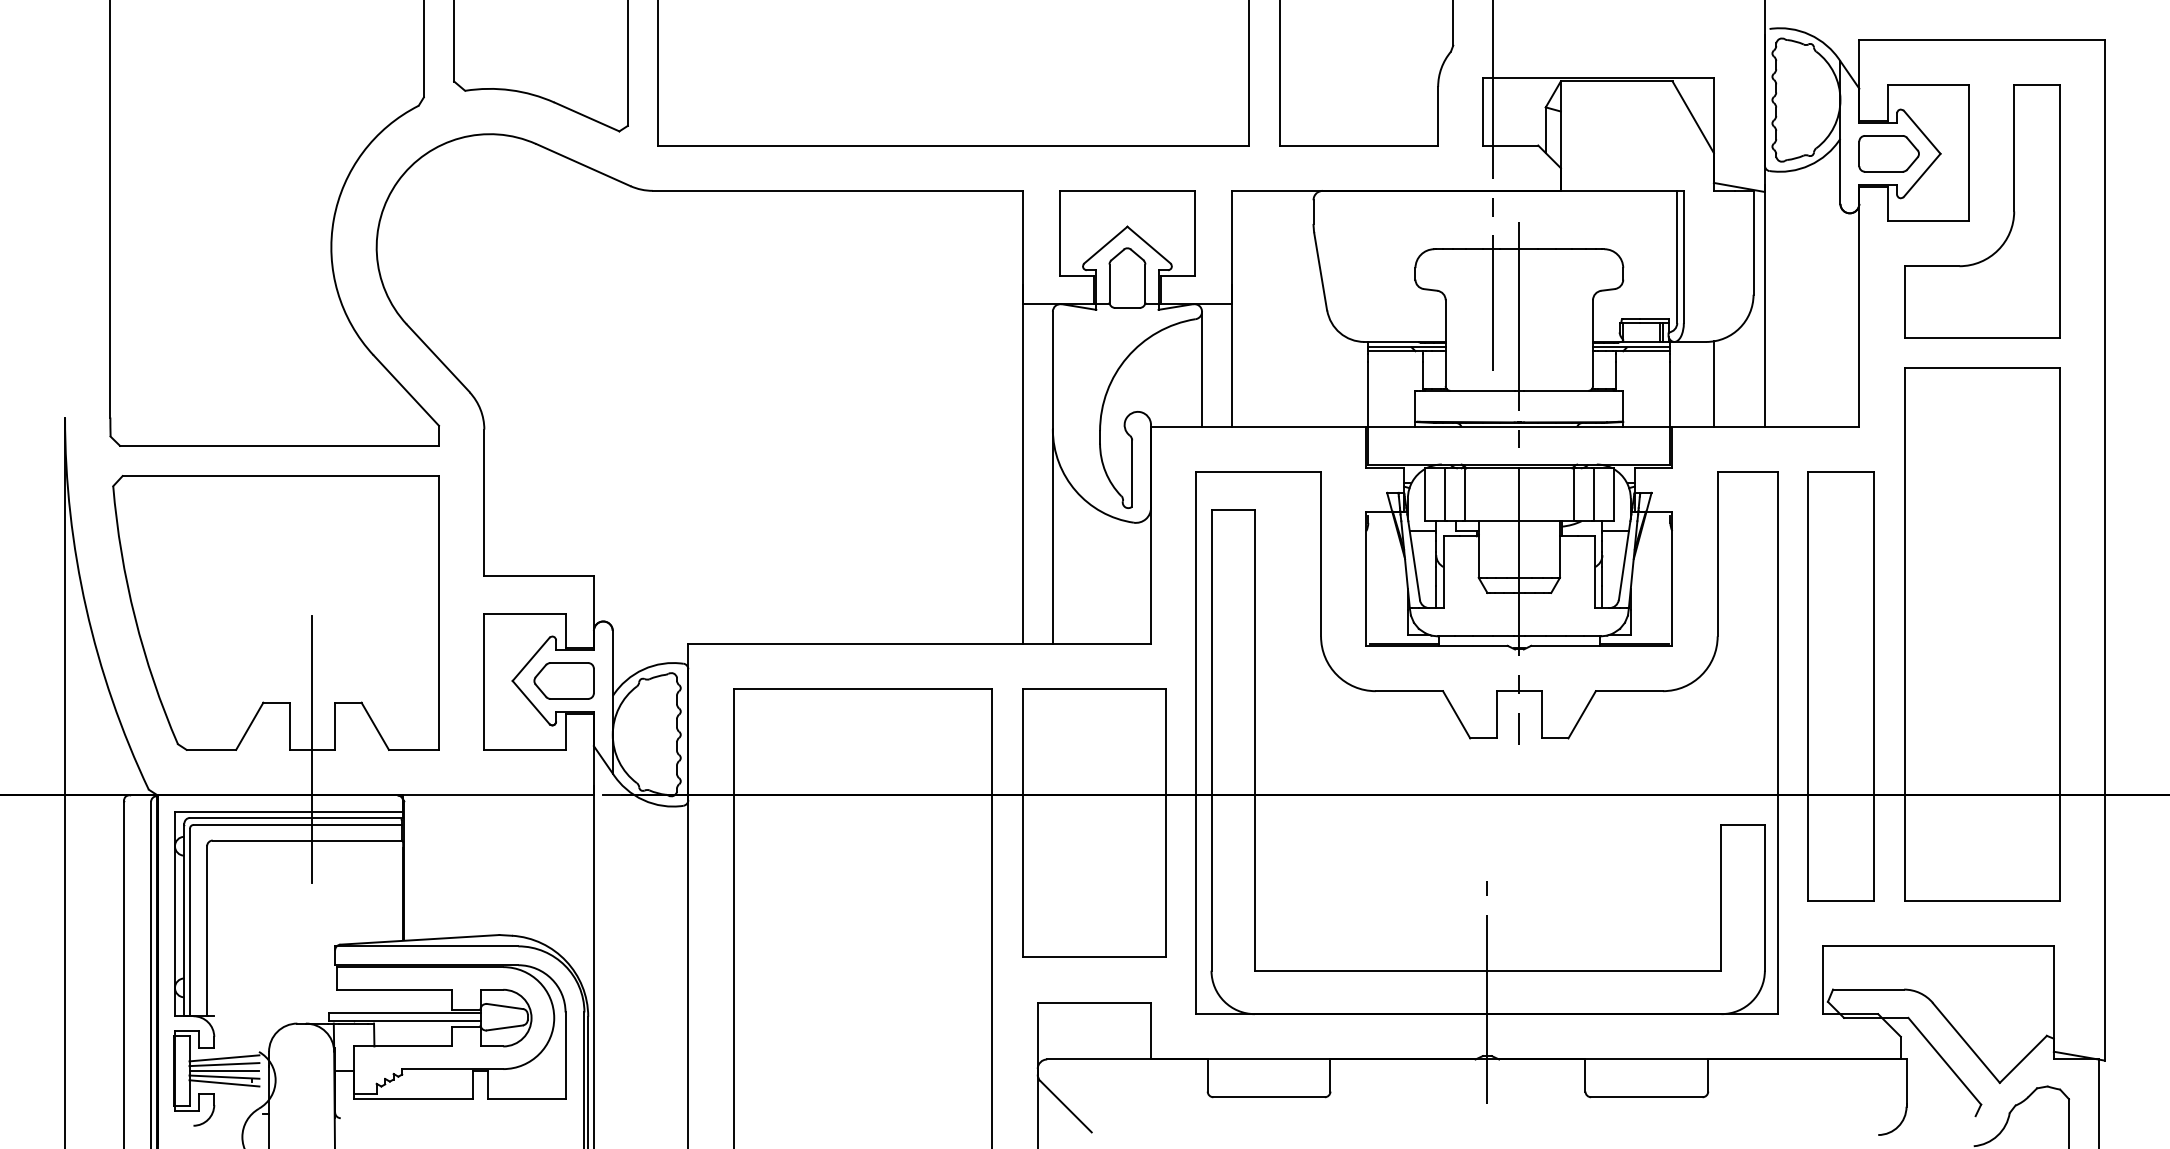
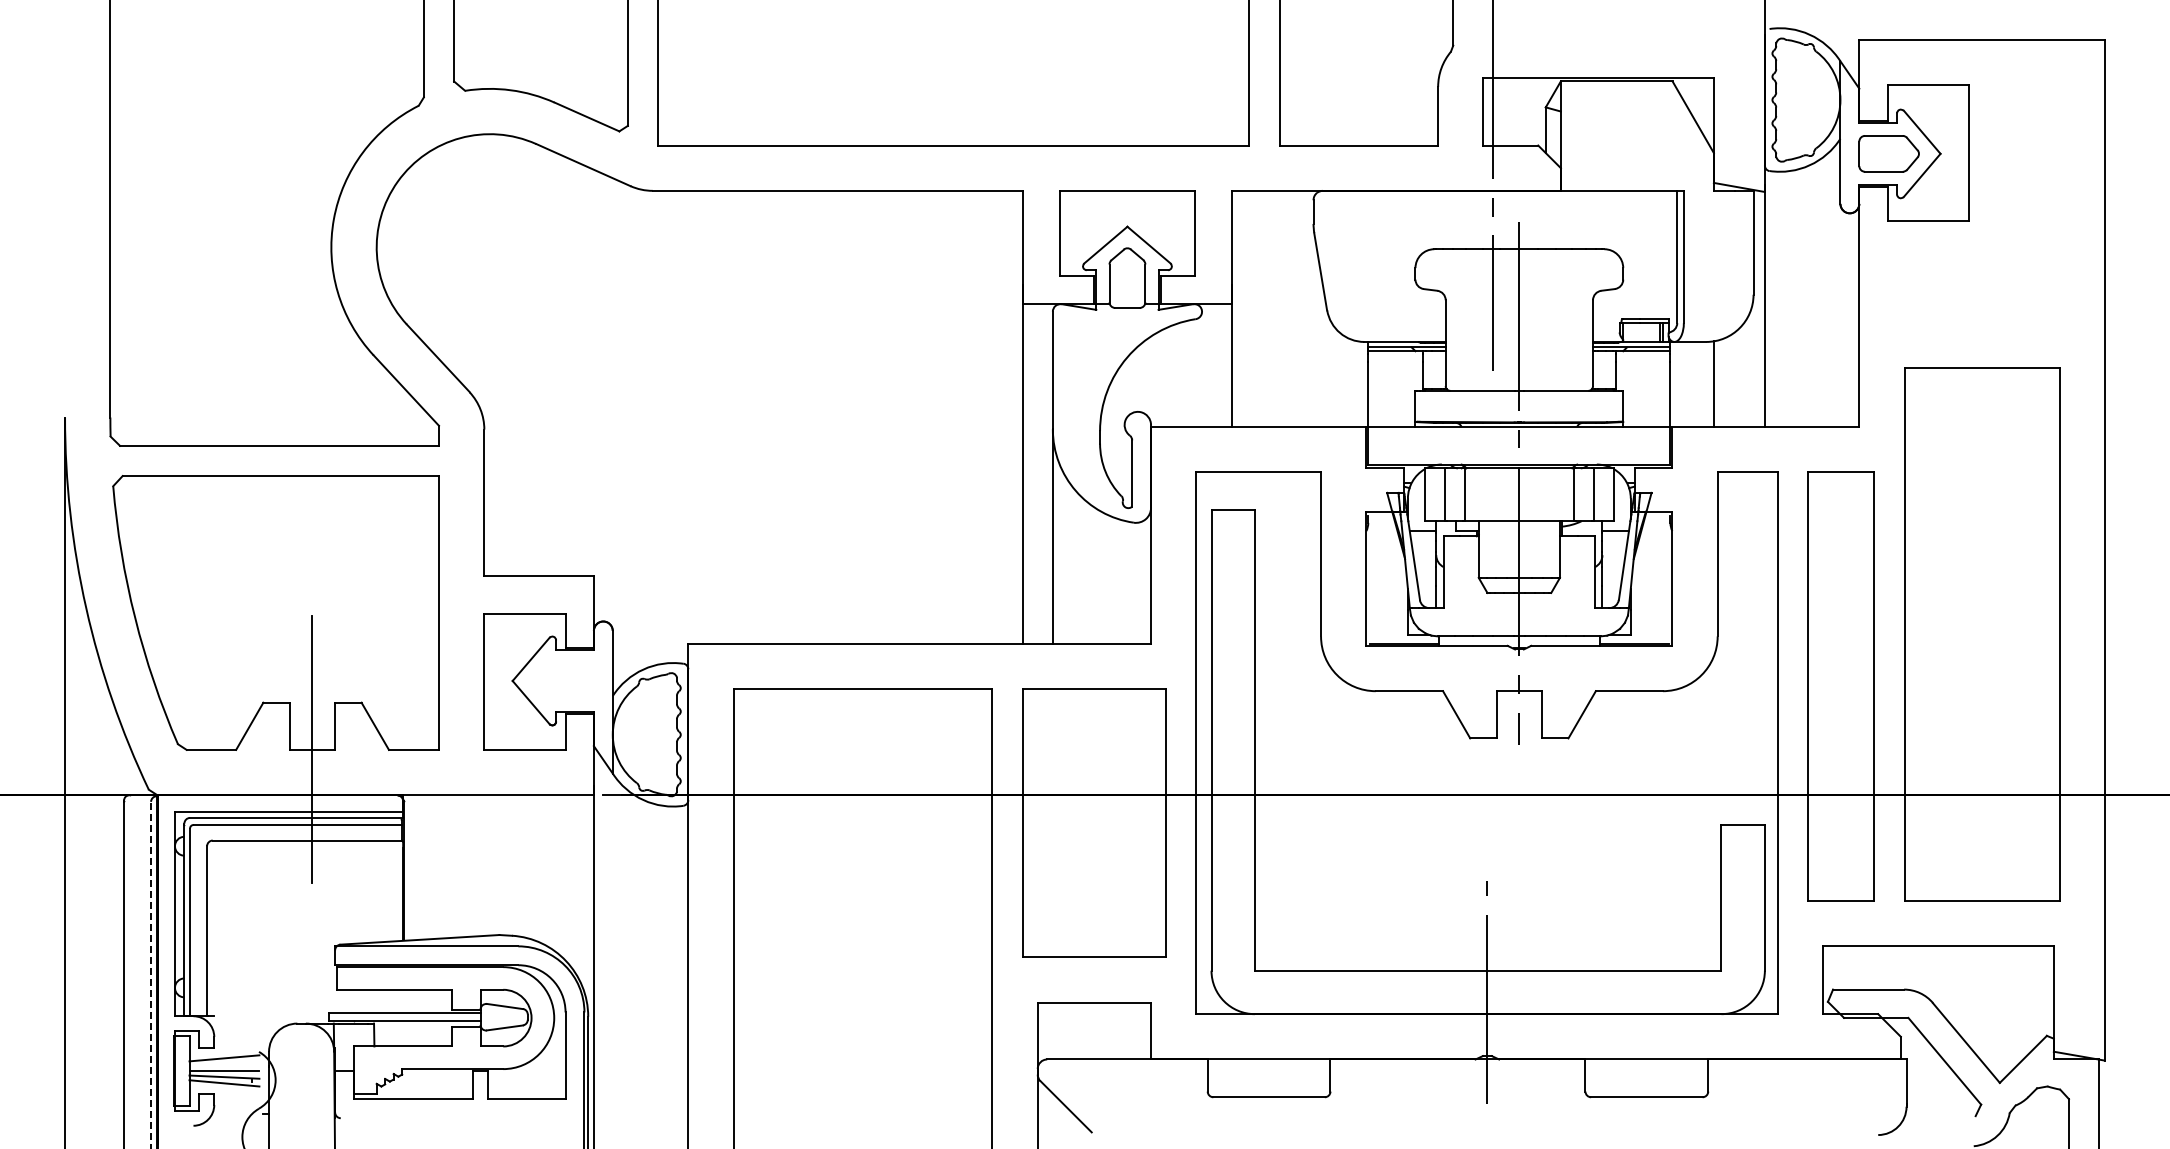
part at (2012, 217): present -> none
line at (1202, 368): present -> none
part at (563, 680): present -> none
line at (151, 974): solid -> dashed
line at (224, 1064): present -> none
